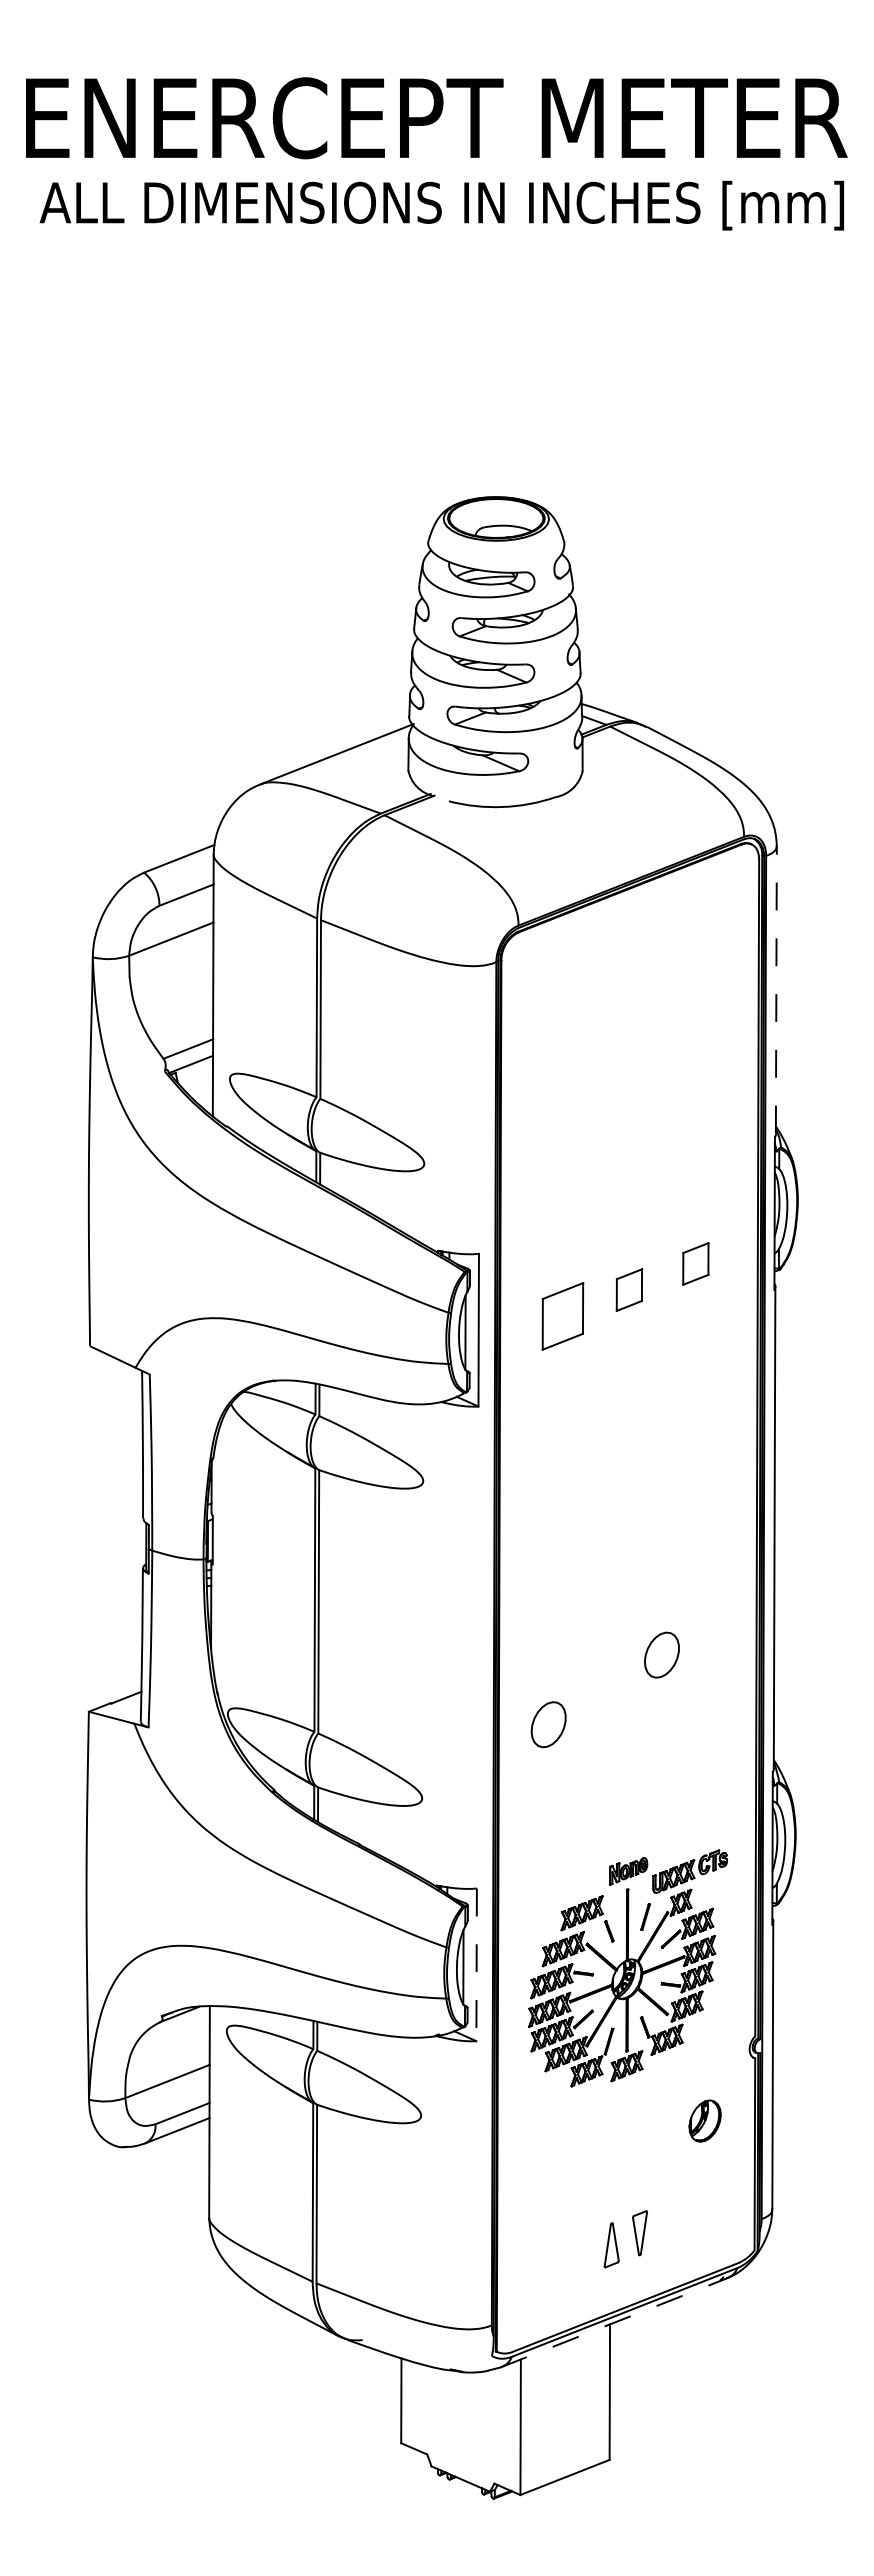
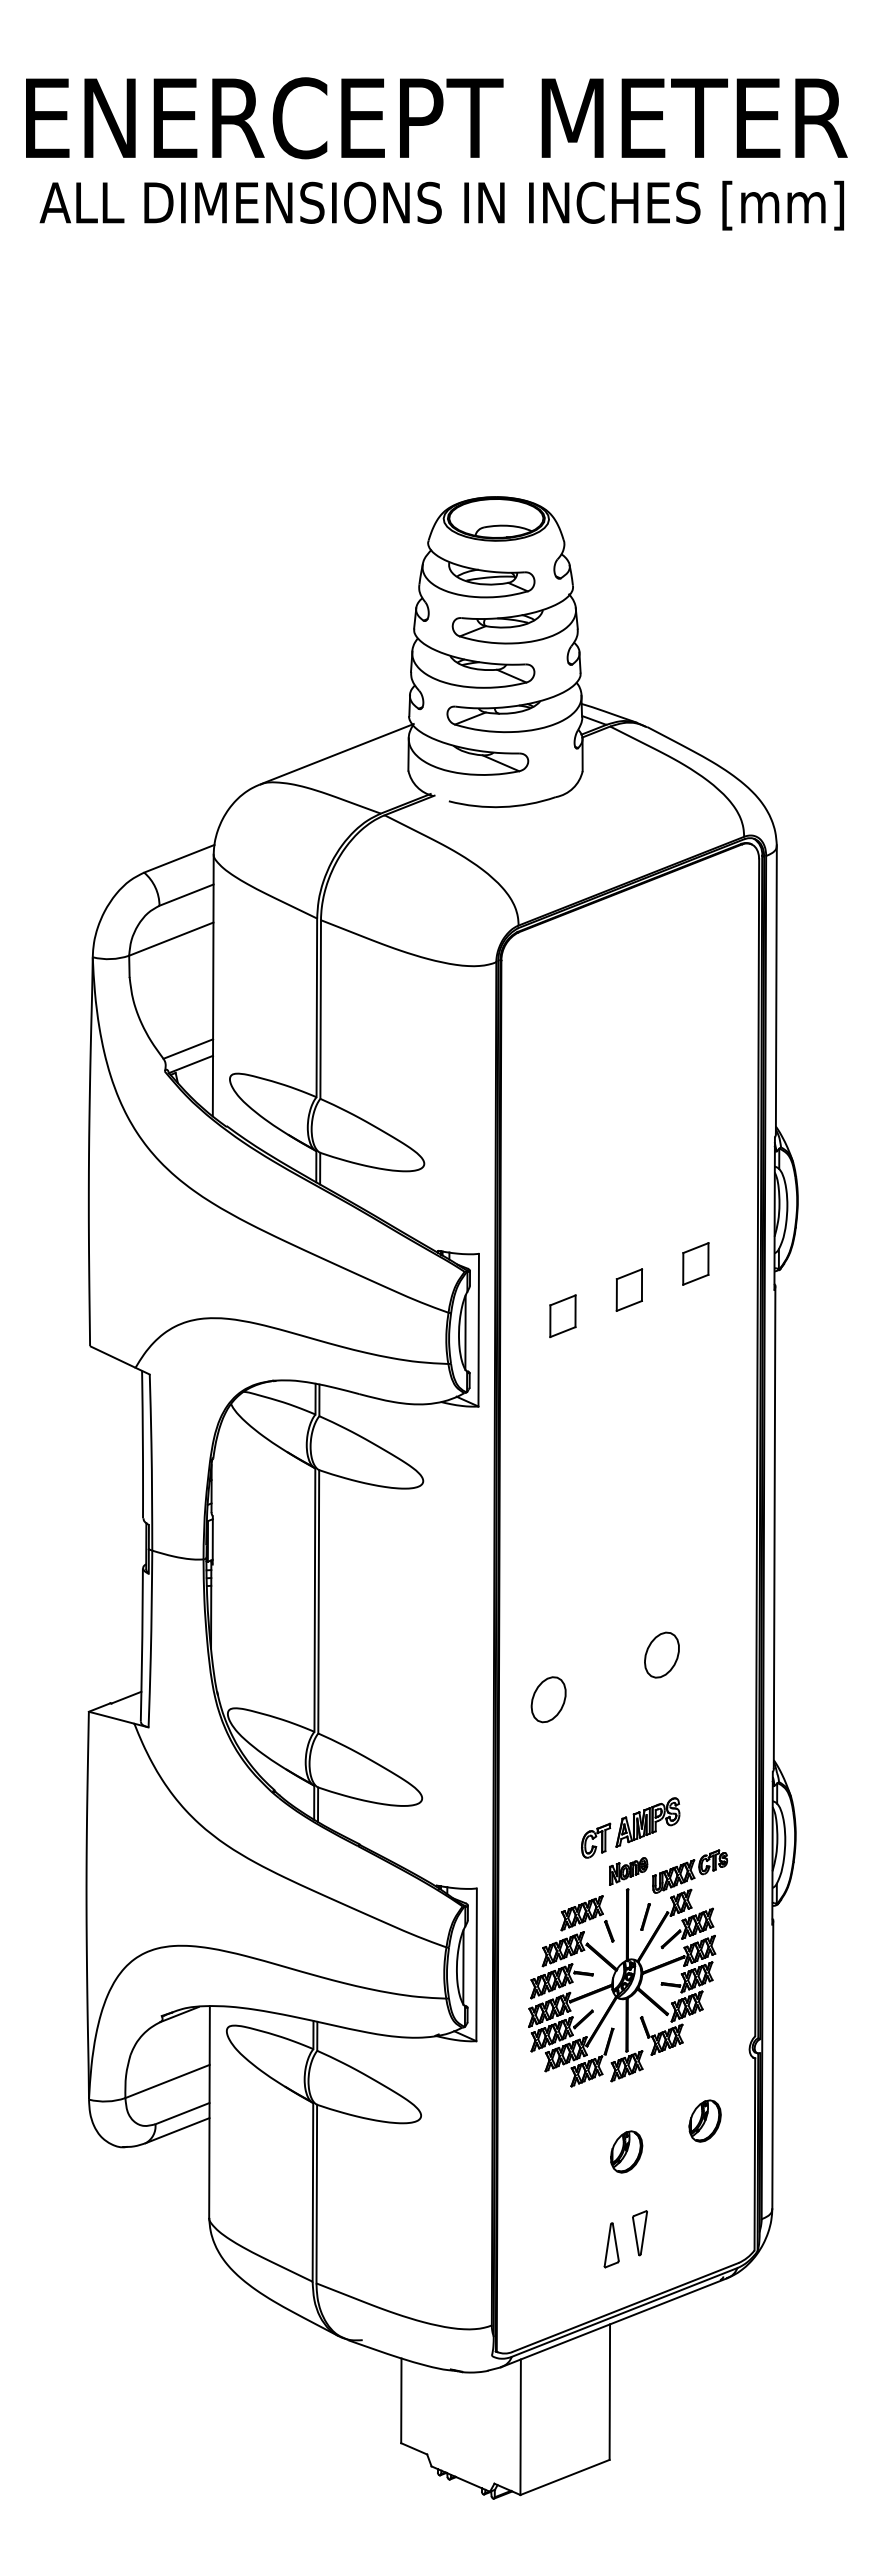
line at (776, 988): dashed -> solid
part at (562, 1316) size: 44x69 px -> 28x44 px
part at (548, 1724) position: (548, 1724) -> (548, 1699)
part at (630, 1827): none -> present
line at (476, 1965): dashed -> solid
part at (626, 2151): none -> present
line at (614, 2322): dashed -> solid
